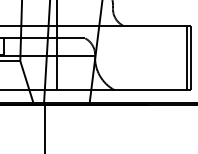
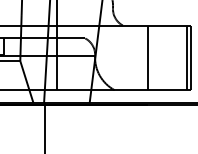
line at (148, 57): none -> present
